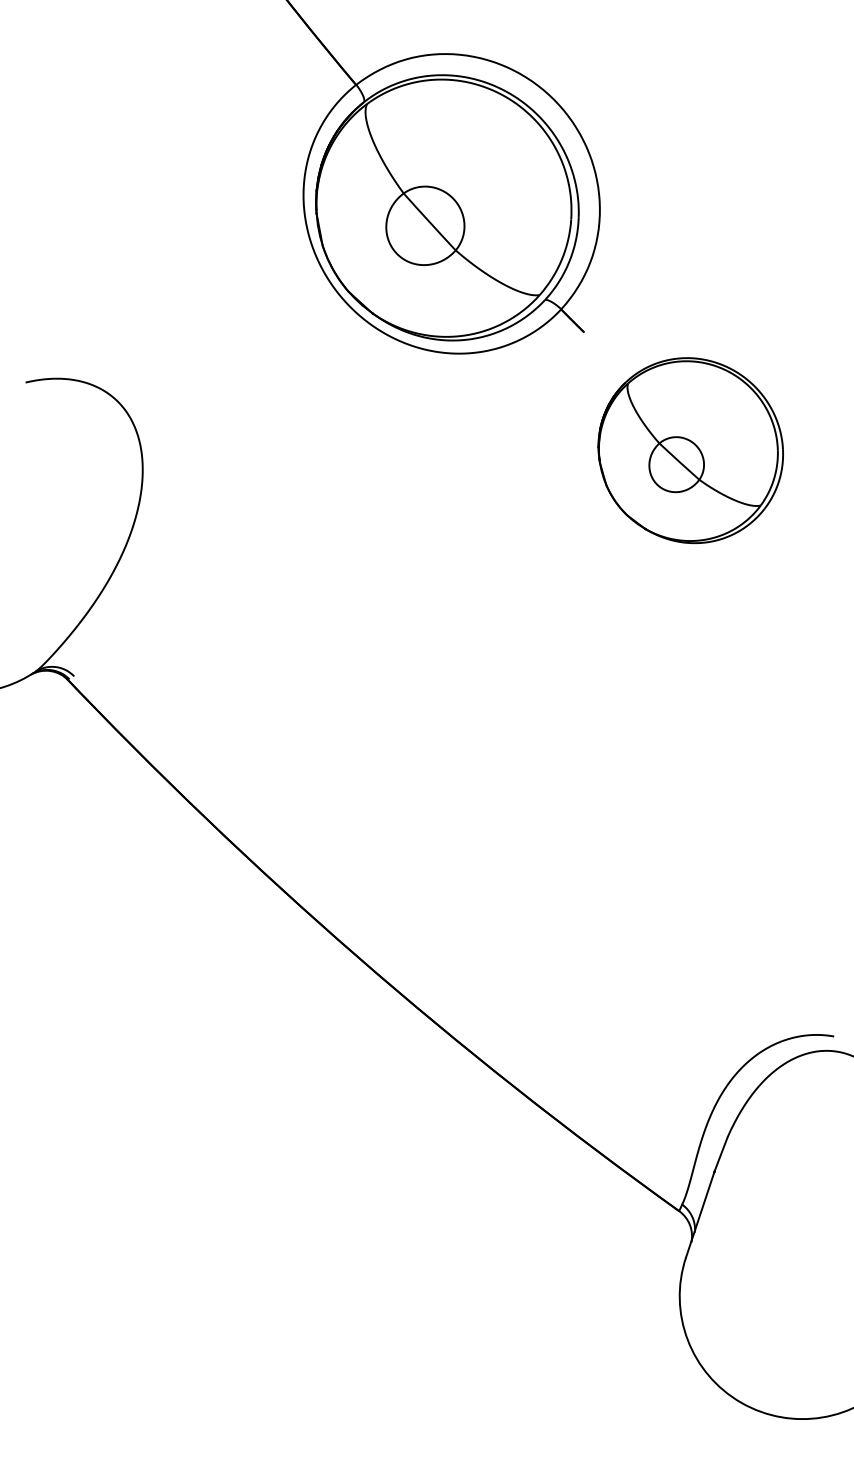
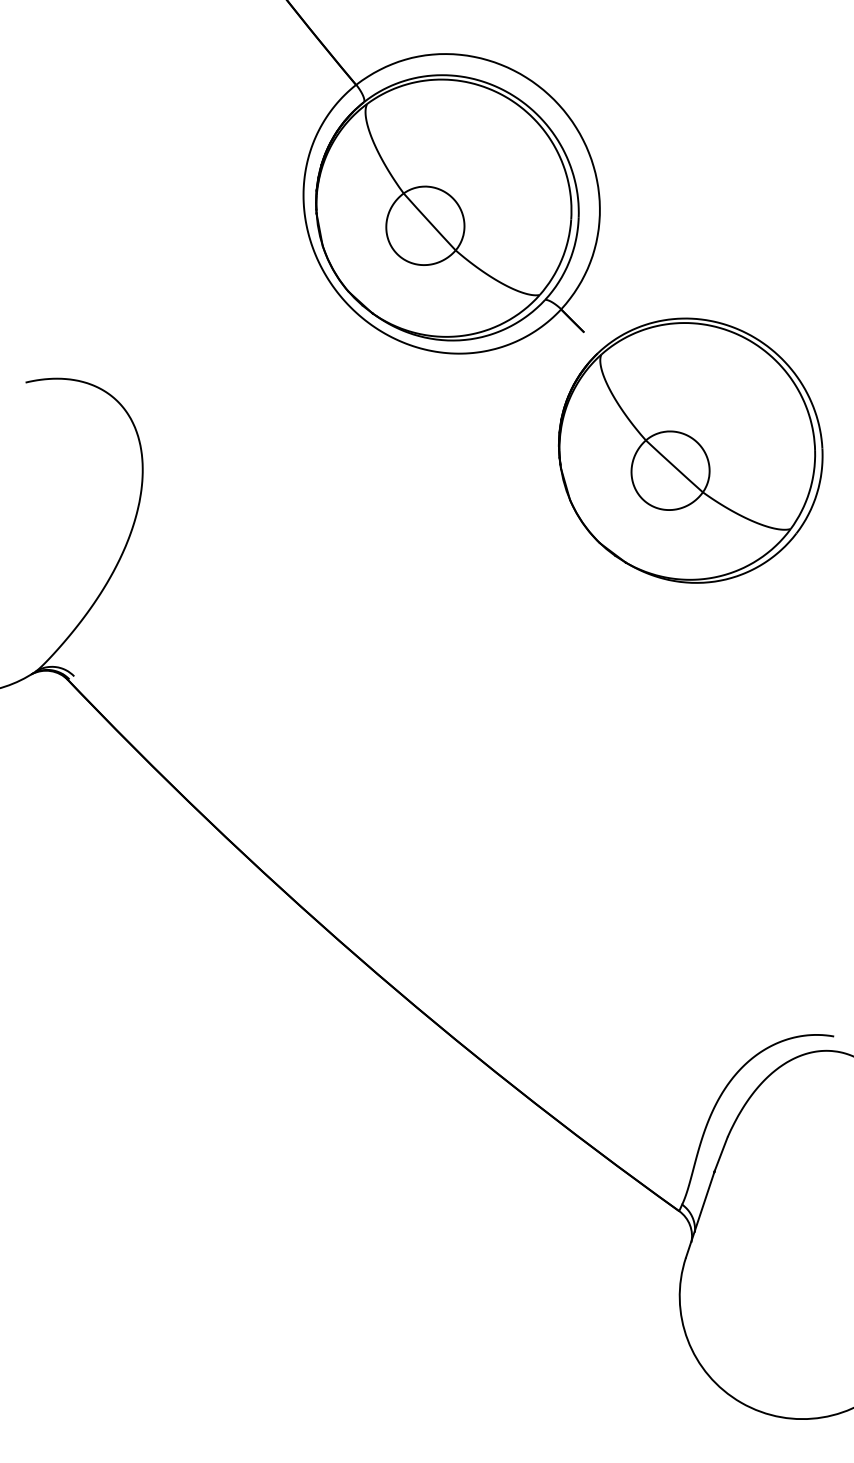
part at (690, 450) size: 187x188 px -> 266x267 px
